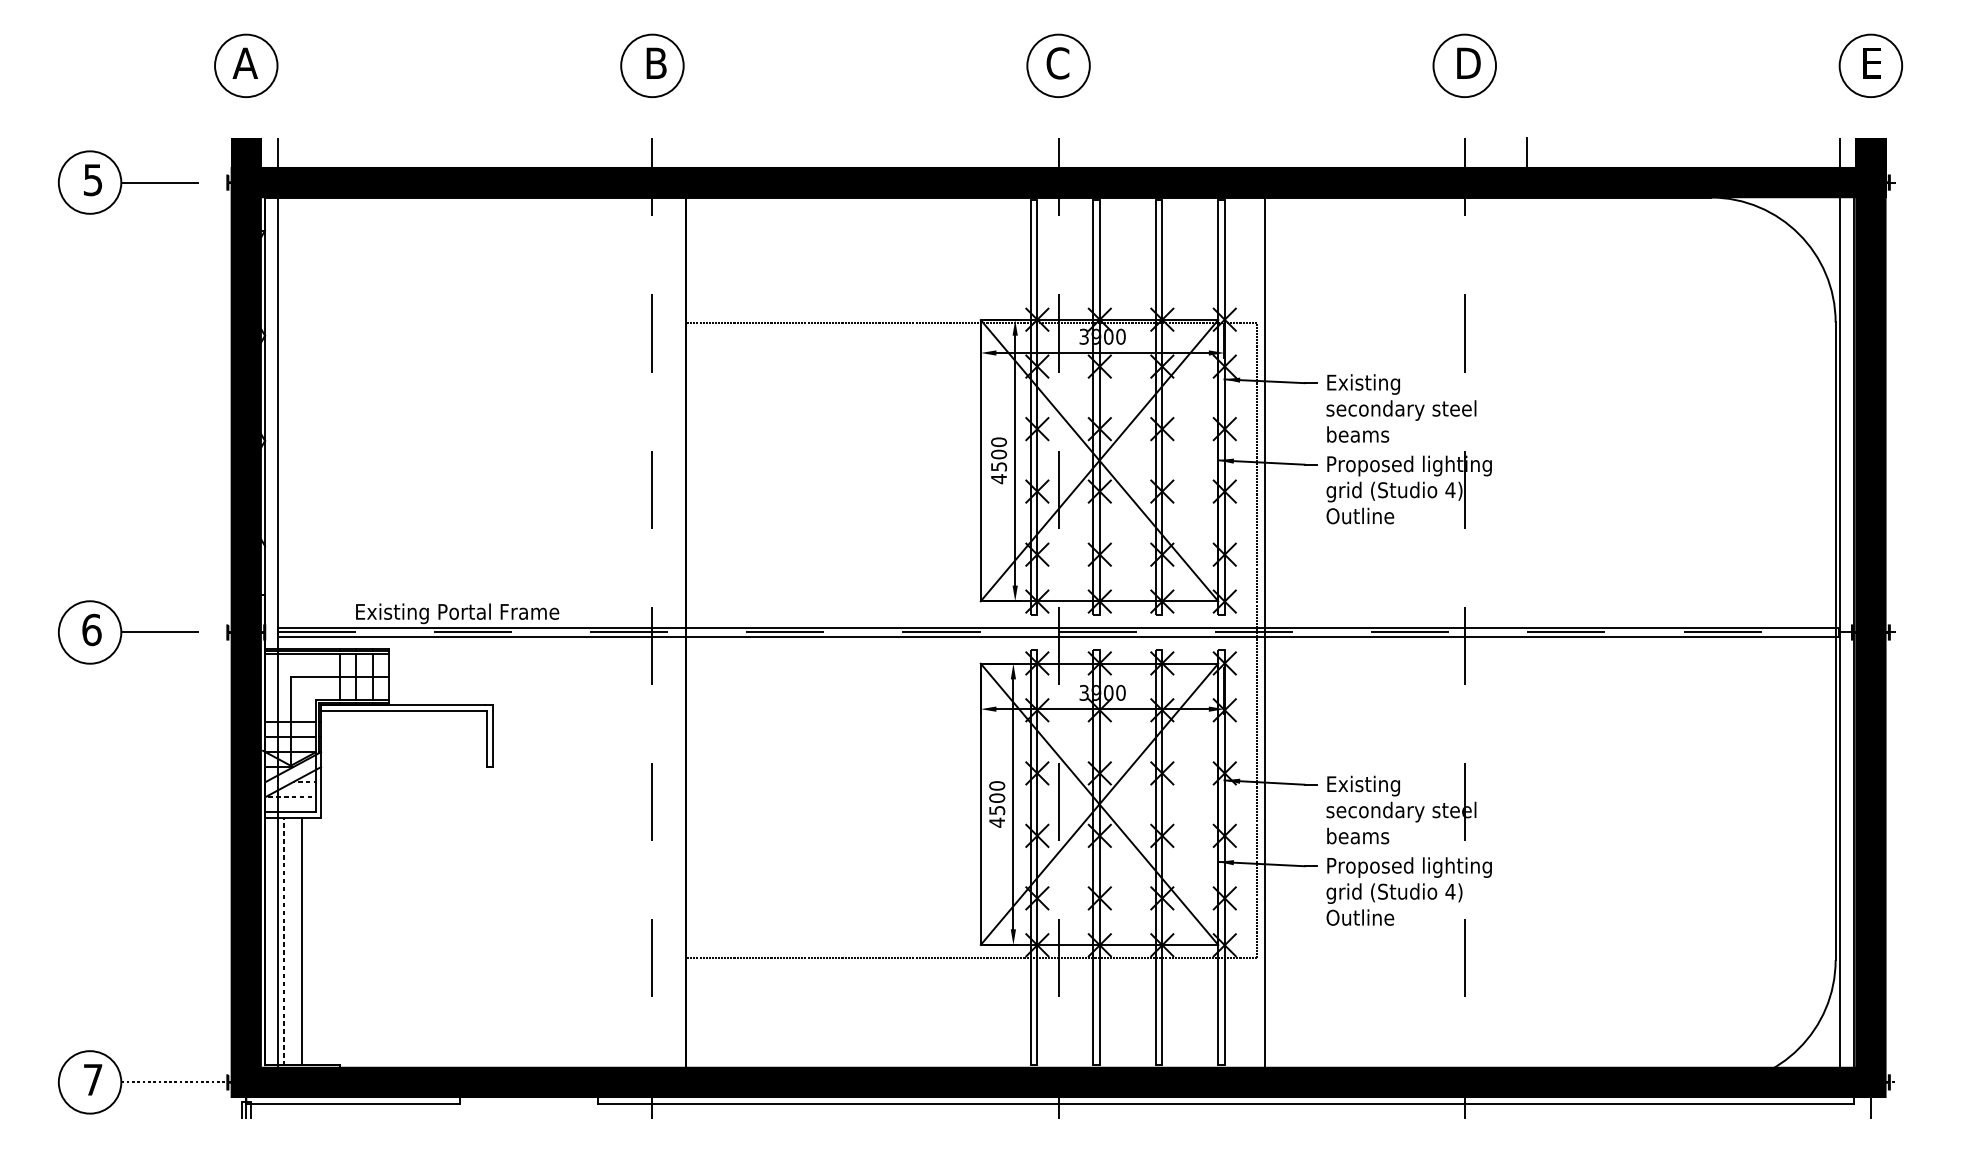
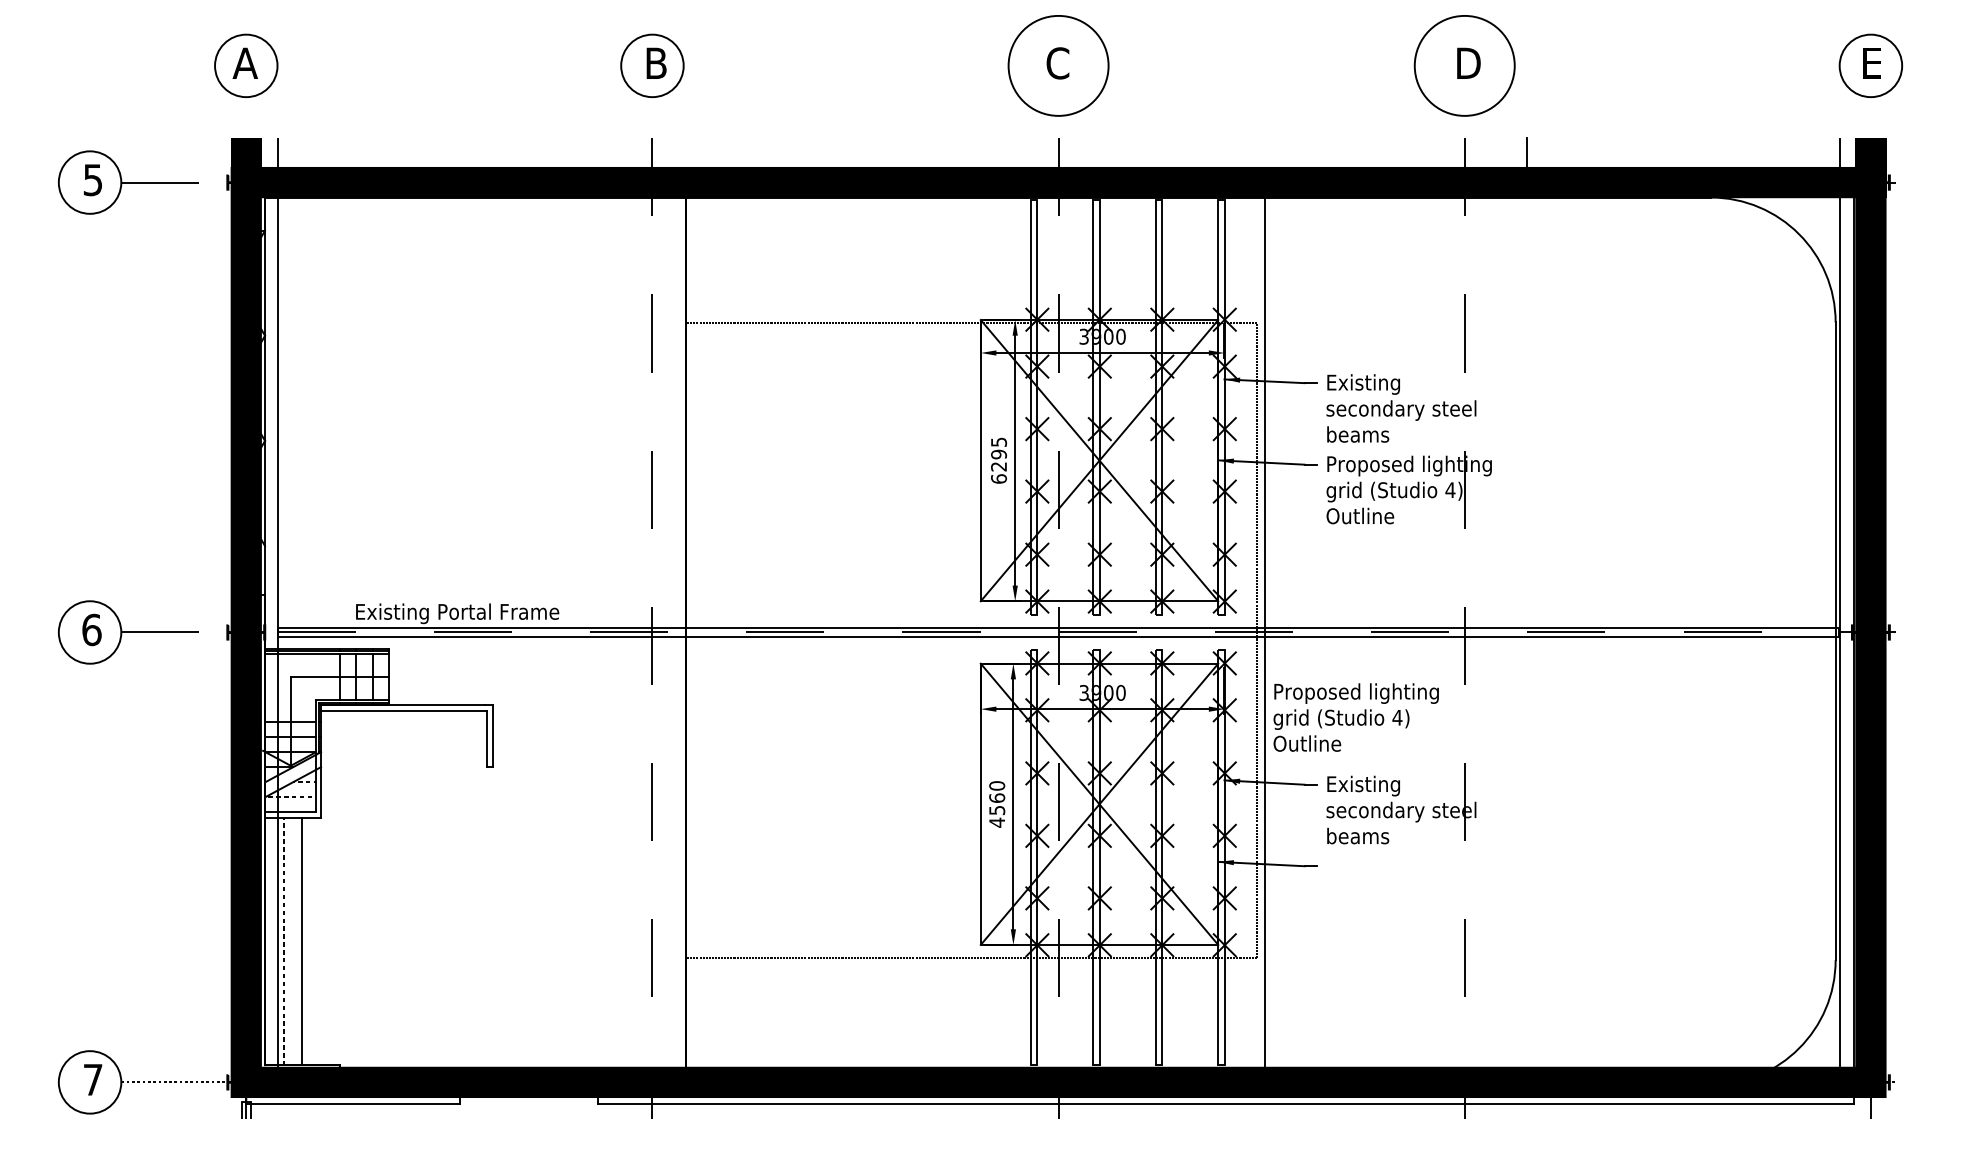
circle at (1058, 65) diameter: 62 px -> 100 px
circle at (1464, 65) diameter: 62 px -> 100 px
text at (999, 460): 4500 -> 6295
text at (996, 797): 4500 -> 4560
text at (1408, 891) position: (1408, 891) -> (1355, 717)
